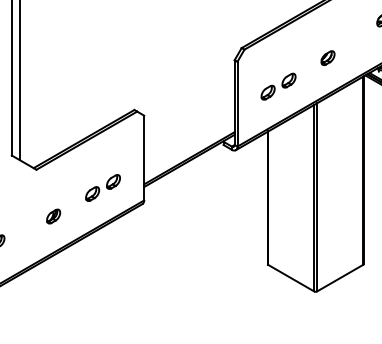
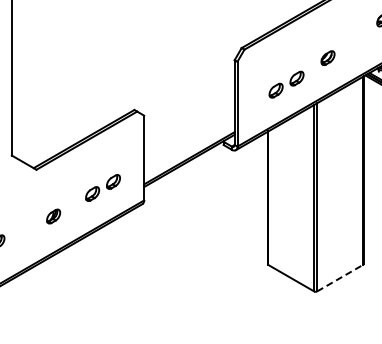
line at (19, 80): present -> none
part at (278, 86) position: (278, 86) -> (286, 84)
line at (340, 278): solid -> dashed
